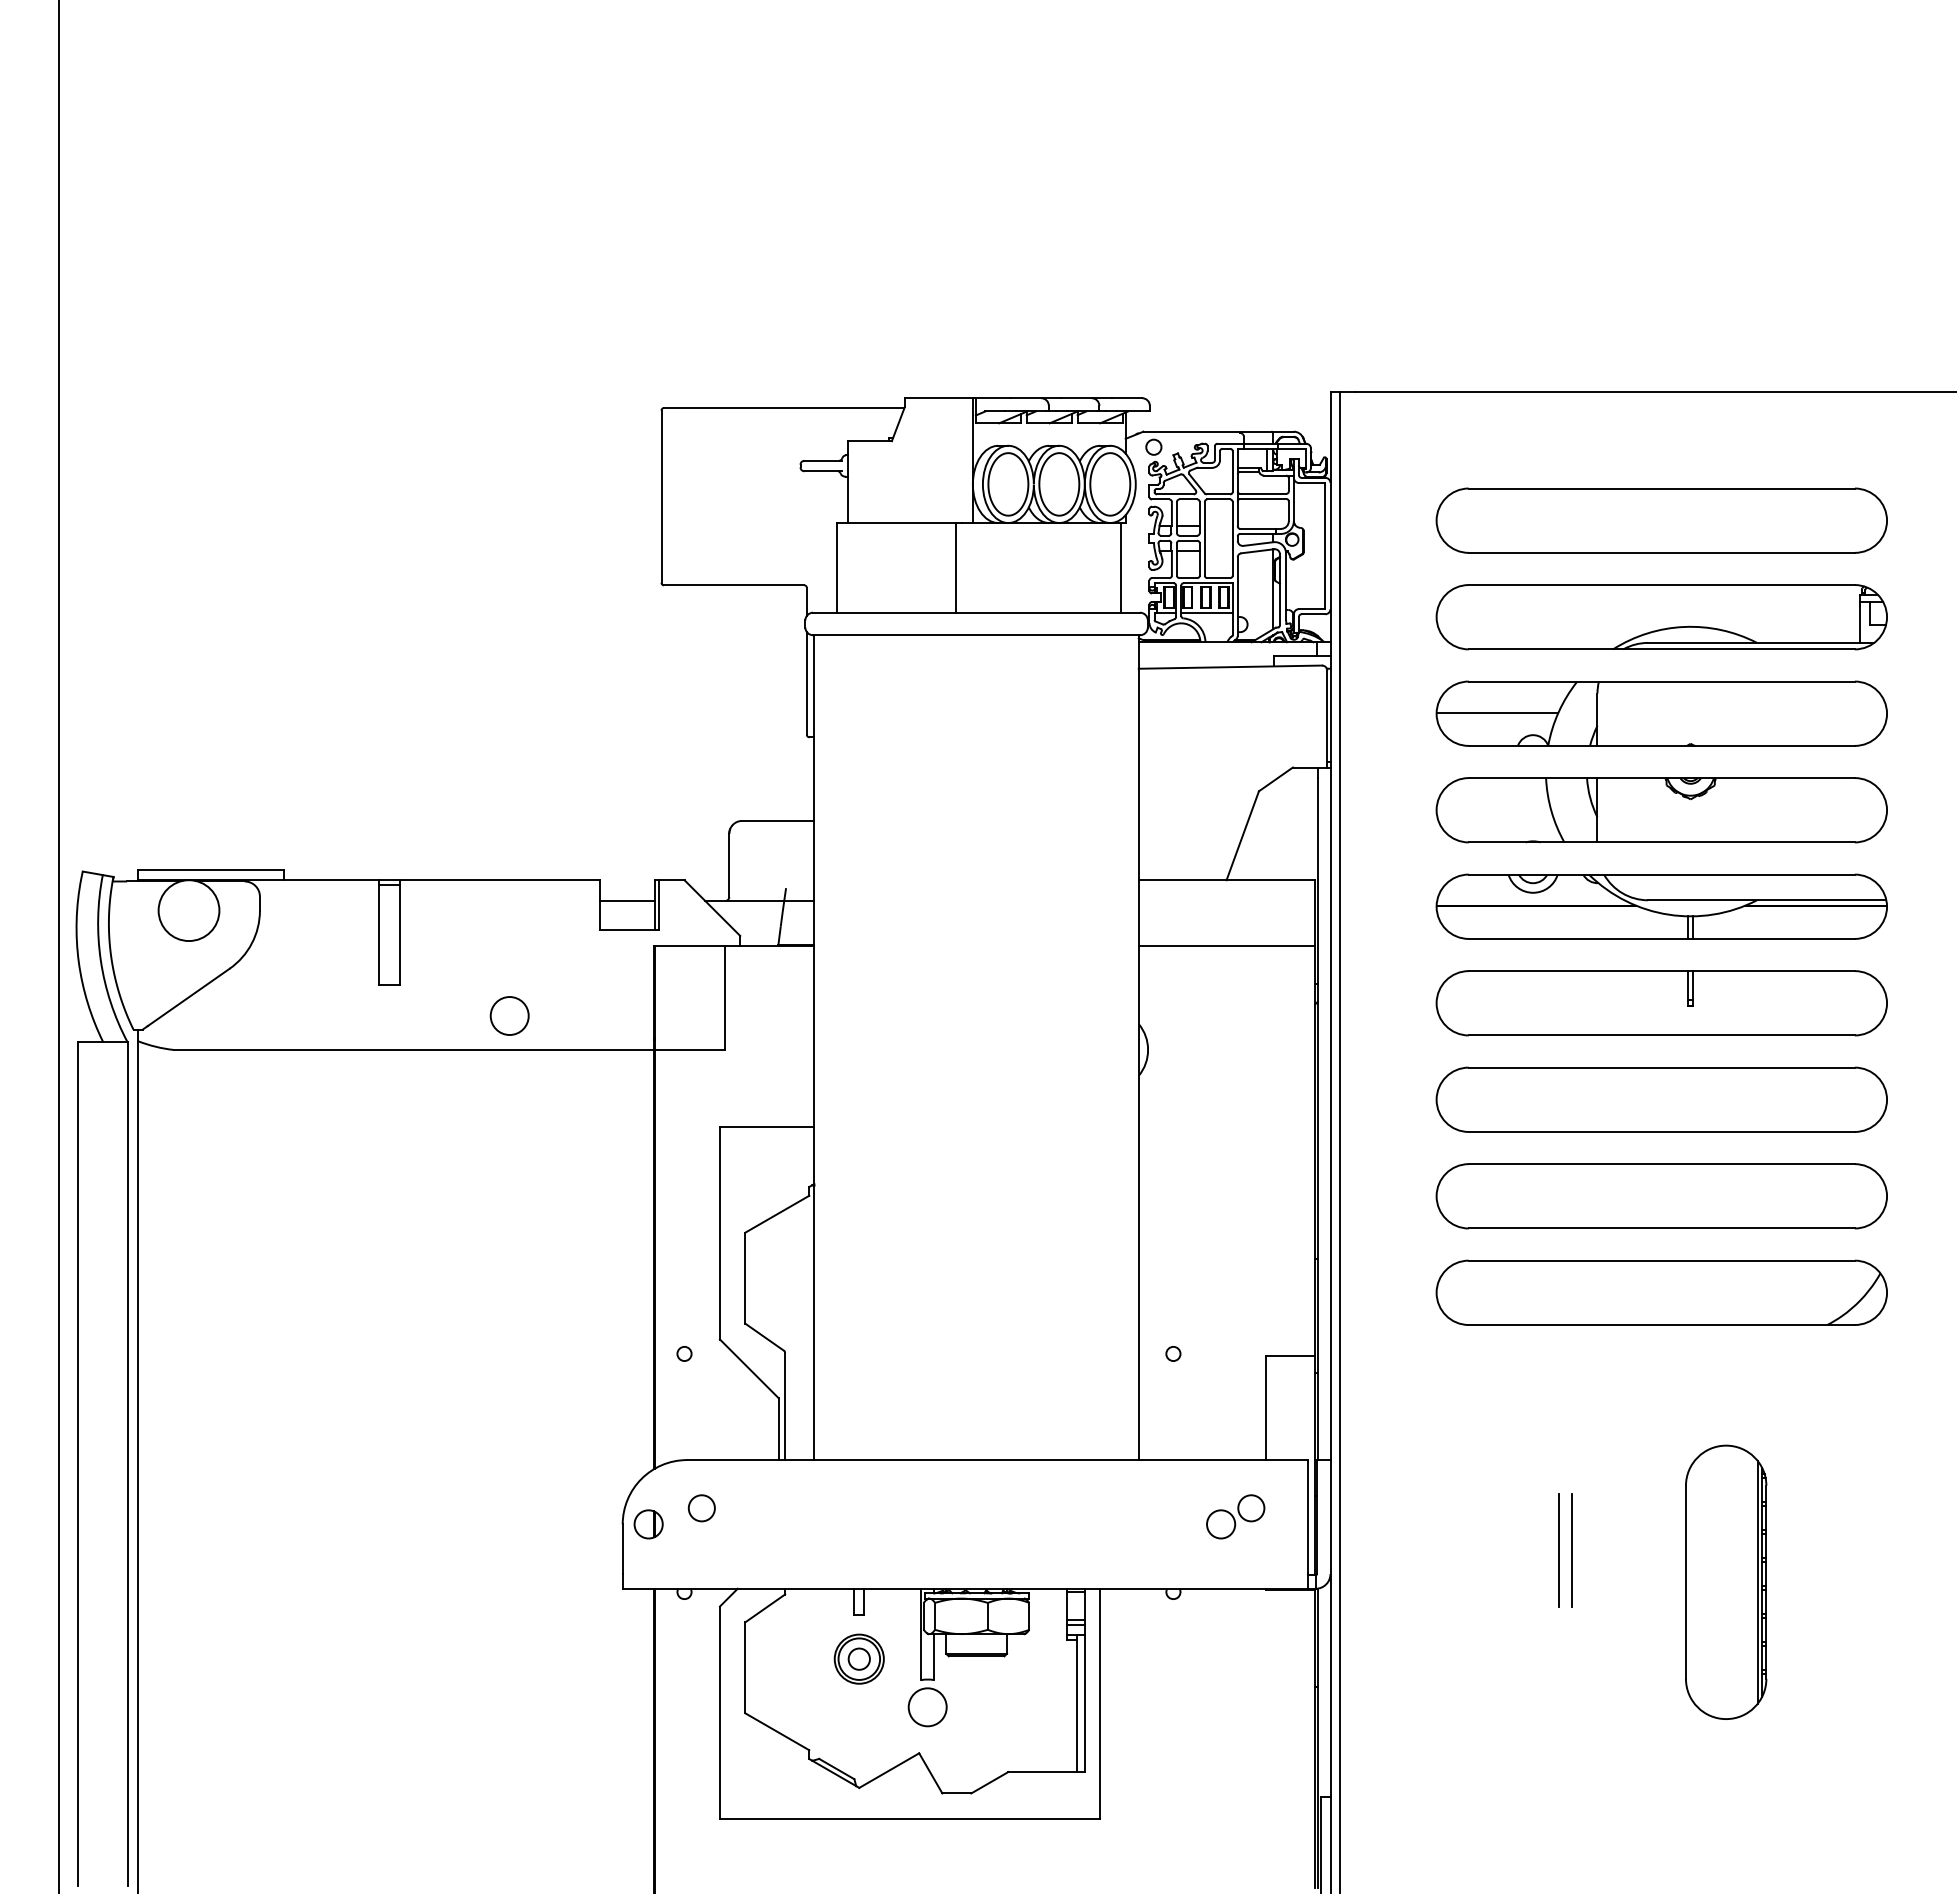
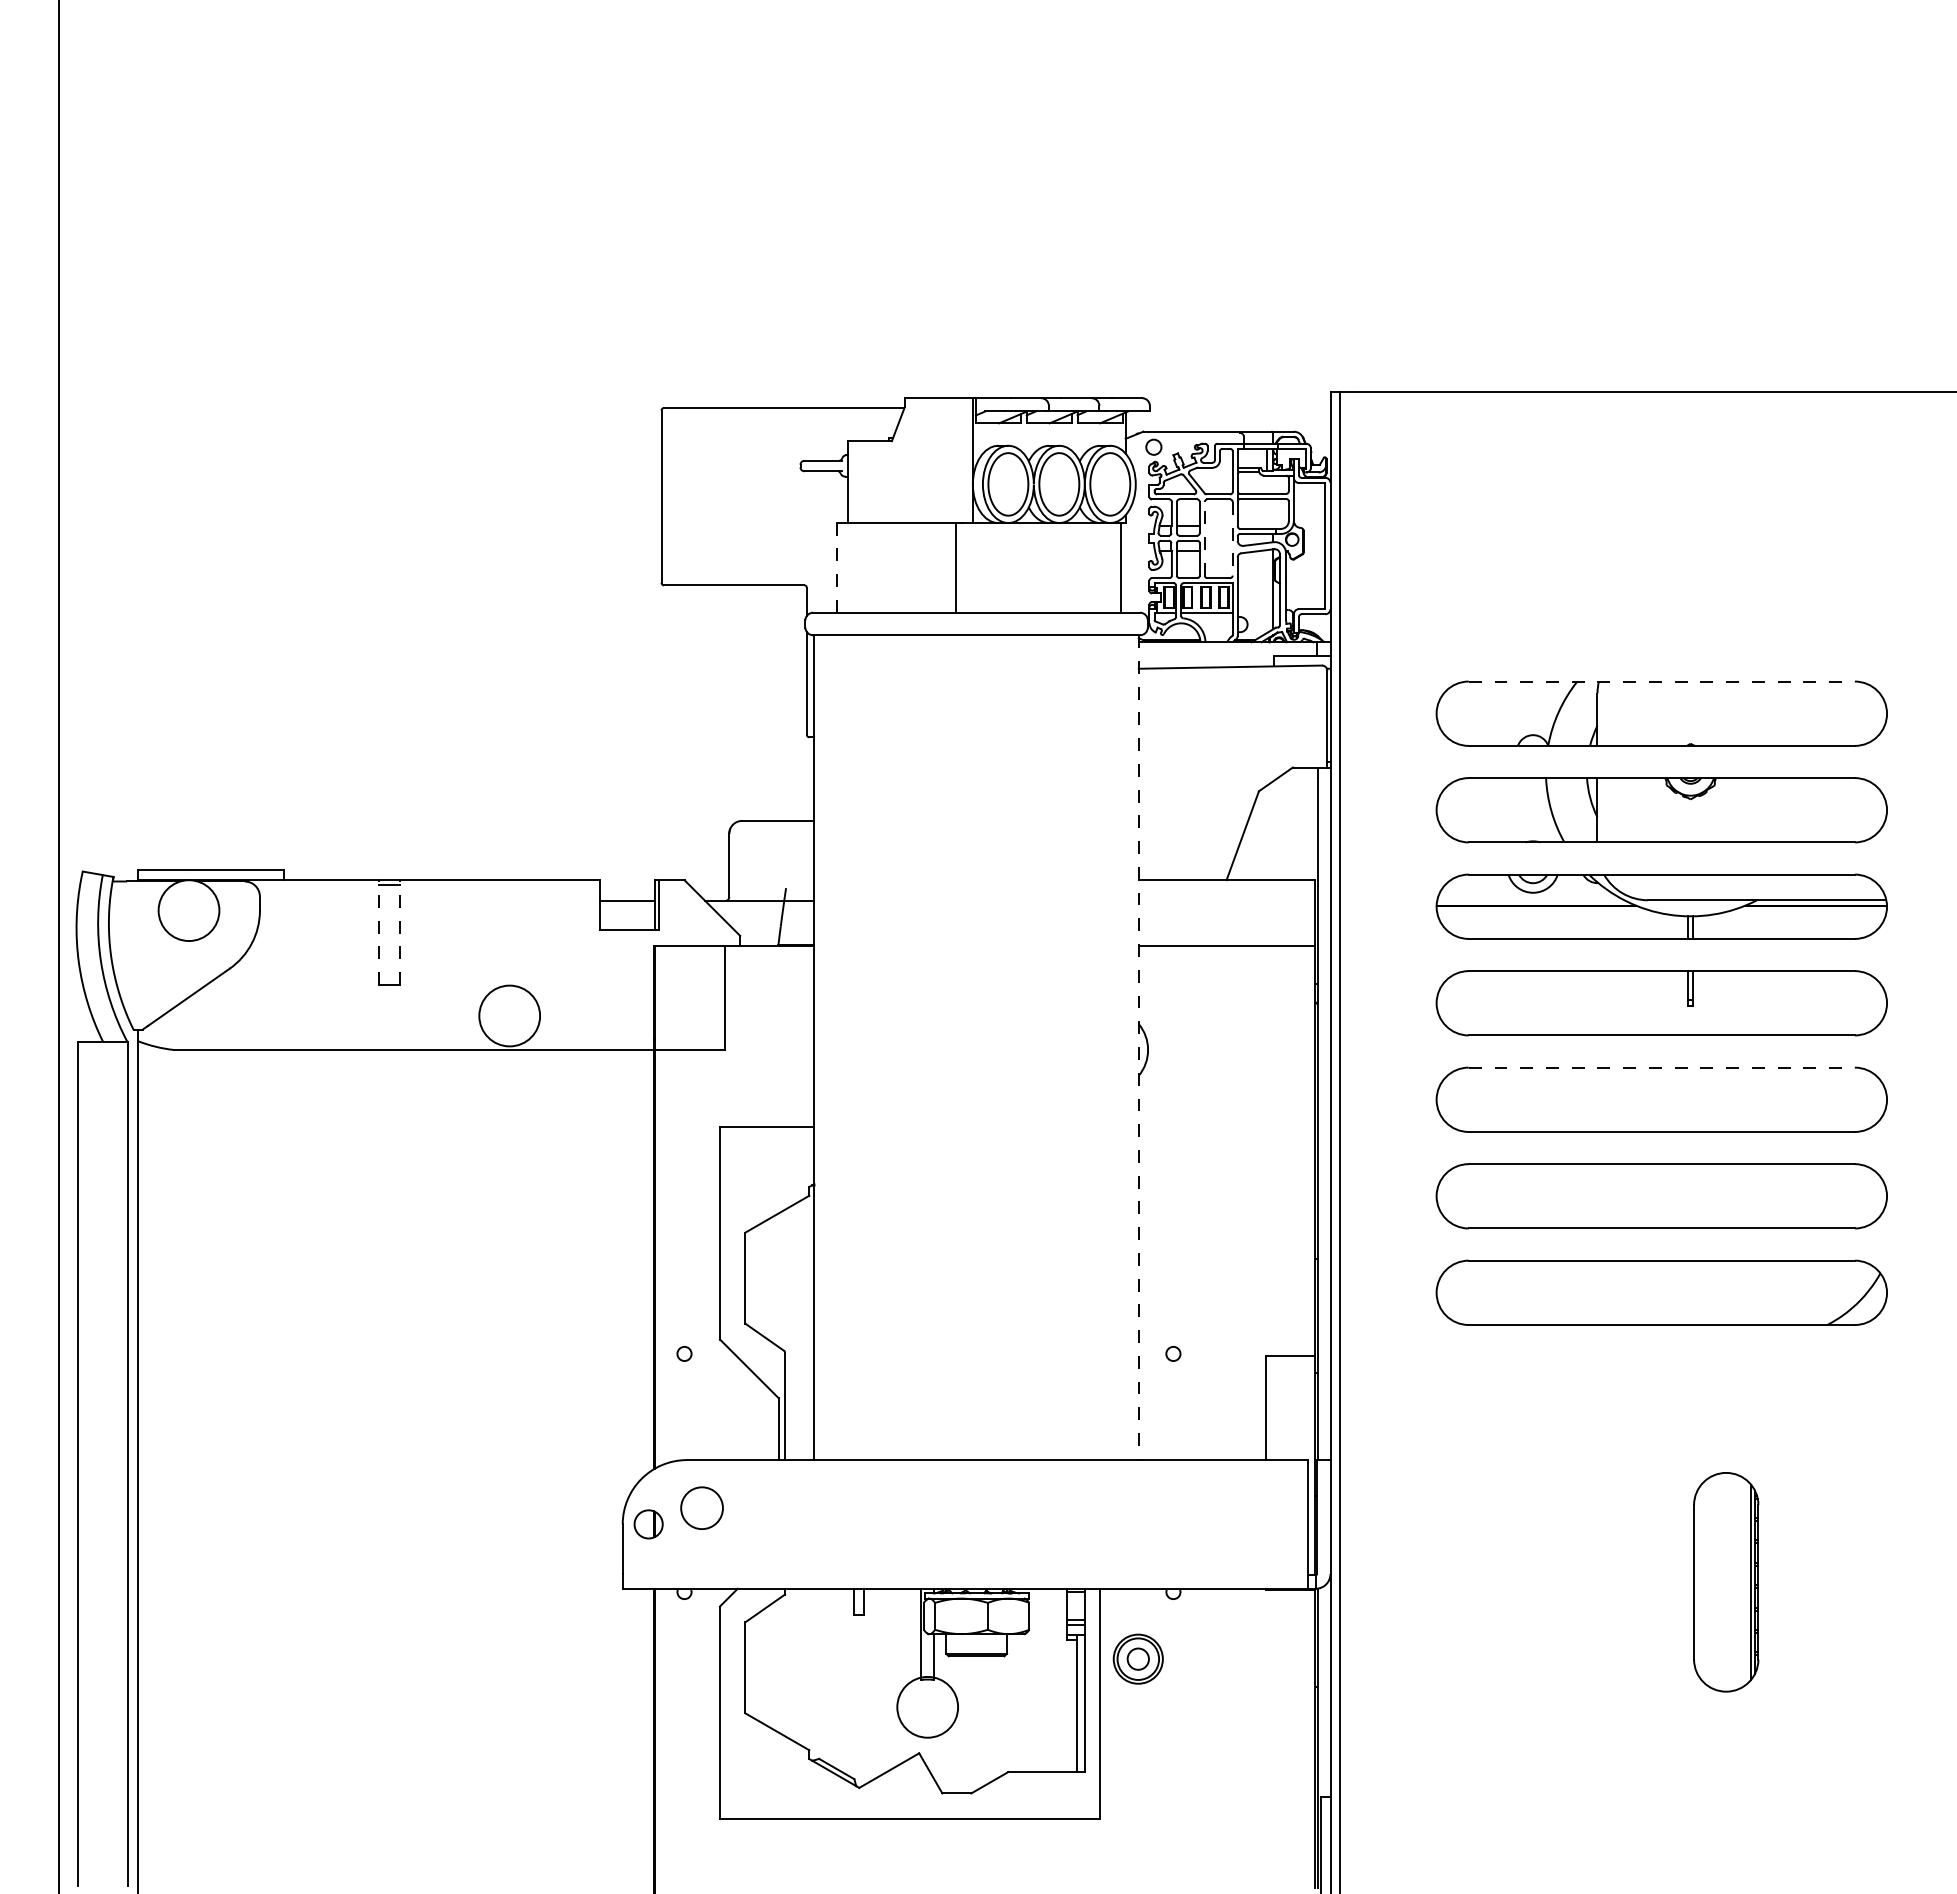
part at (1661, 520): present -> none
line at (1204, 538): solid -> dashed
line at (1232, 538): solid -> dashed
line at (837, 567): solid -> dashed
part at (1661, 617): present -> none
line at (1662, 681): solid -> dashed
line at (1497, 712): present -> none
line at (378, 932): solid -> dashed
line at (399, 932): solid -> dashed
circle at (509, 1016) diameter: 38 px -> 61 px
line at (1138, 1048): solid -> dashed
line at (1662, 1067): solid -> dashed
circle at (701, 1508) size: 29x29 px -> 44x44 px
part at (1235, 1516): present -> none
line at (1558, 1549): present -> none
line at (1571, 1550): present -> none
part at (1726, 1581) size: 83x276 px -> 67x221 px
part at (858, 1658) position: (858, 1658) -> (1137, 1658)
circle at (927, 1707) diameter: 38 px -> 61 px
